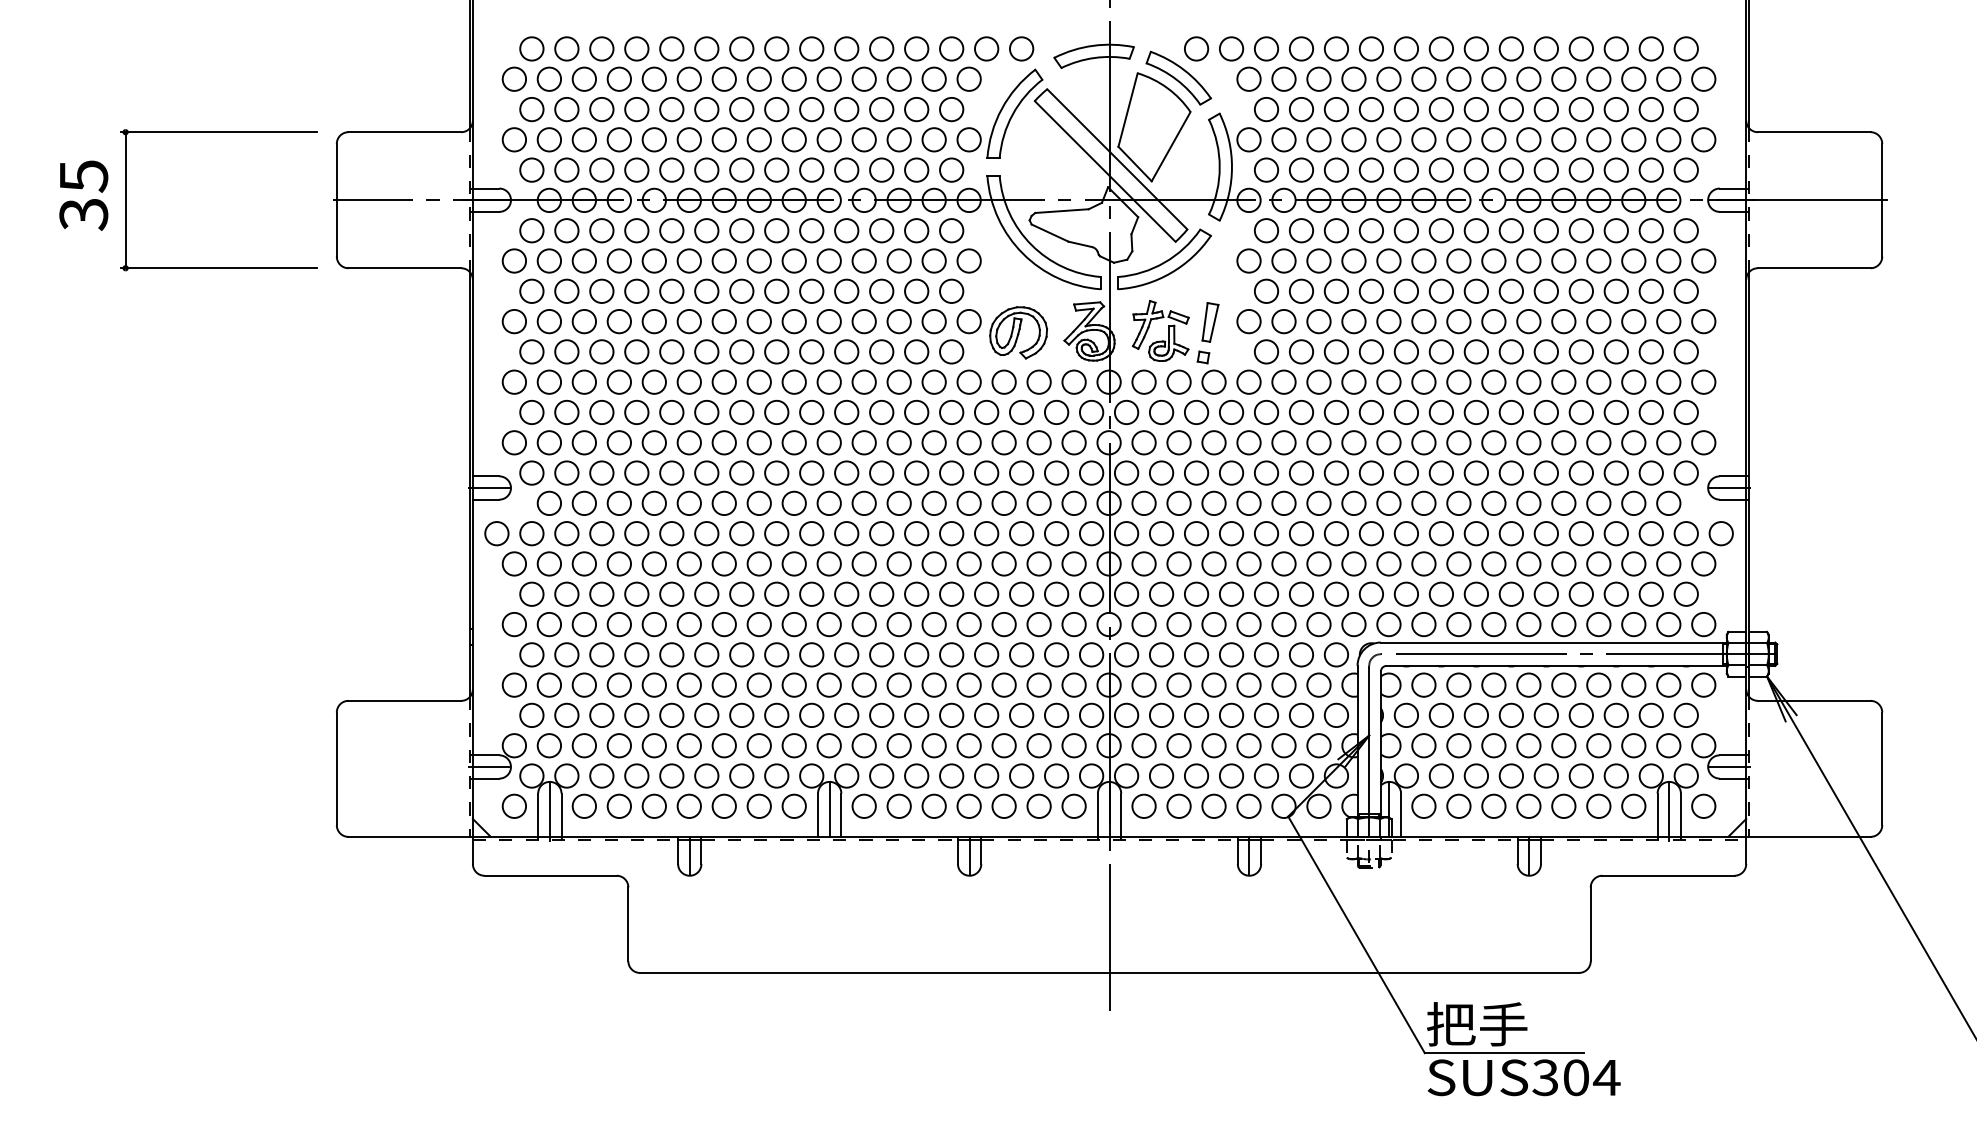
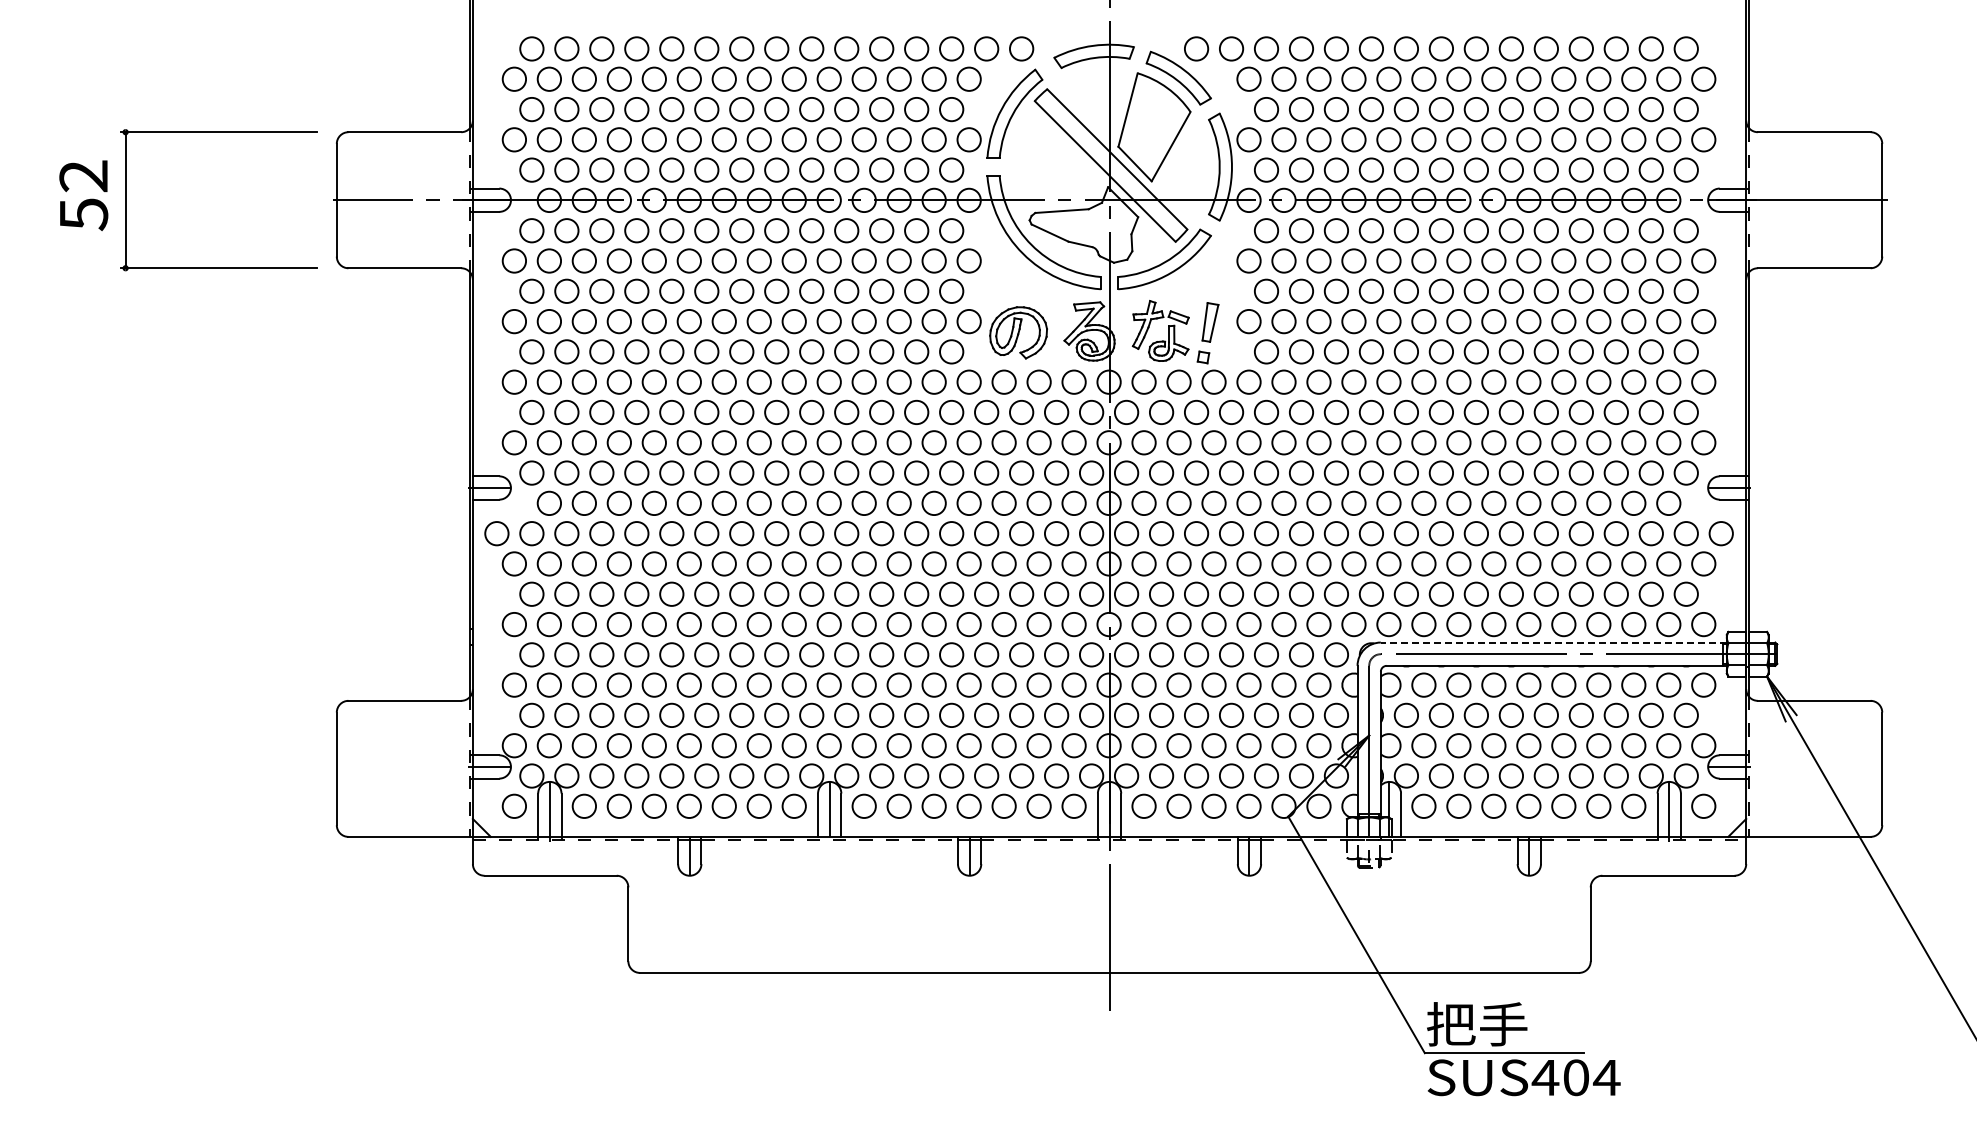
text at (83, 195): 35 -> 52
line at (1553, 642): solid -> dashed
text at (1545, 1077): SUS304 -> SUS404
